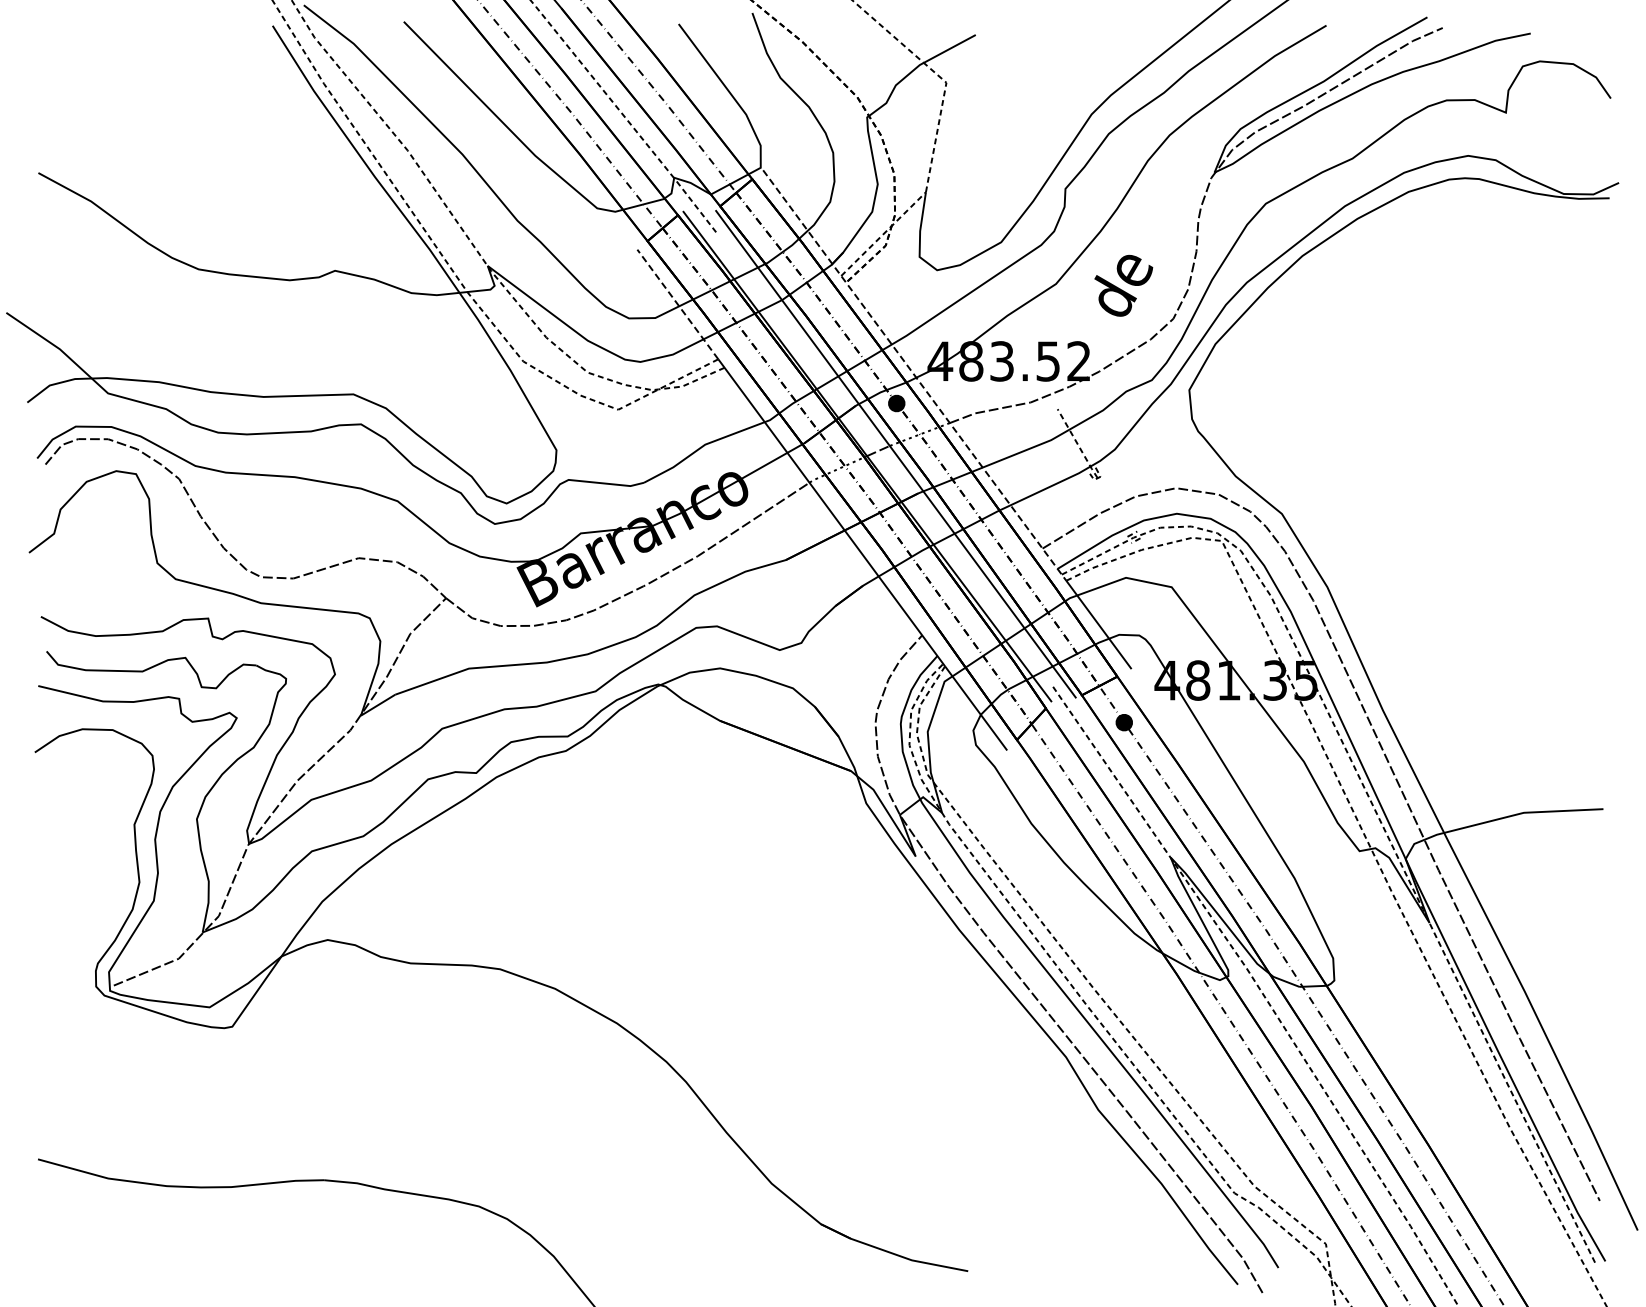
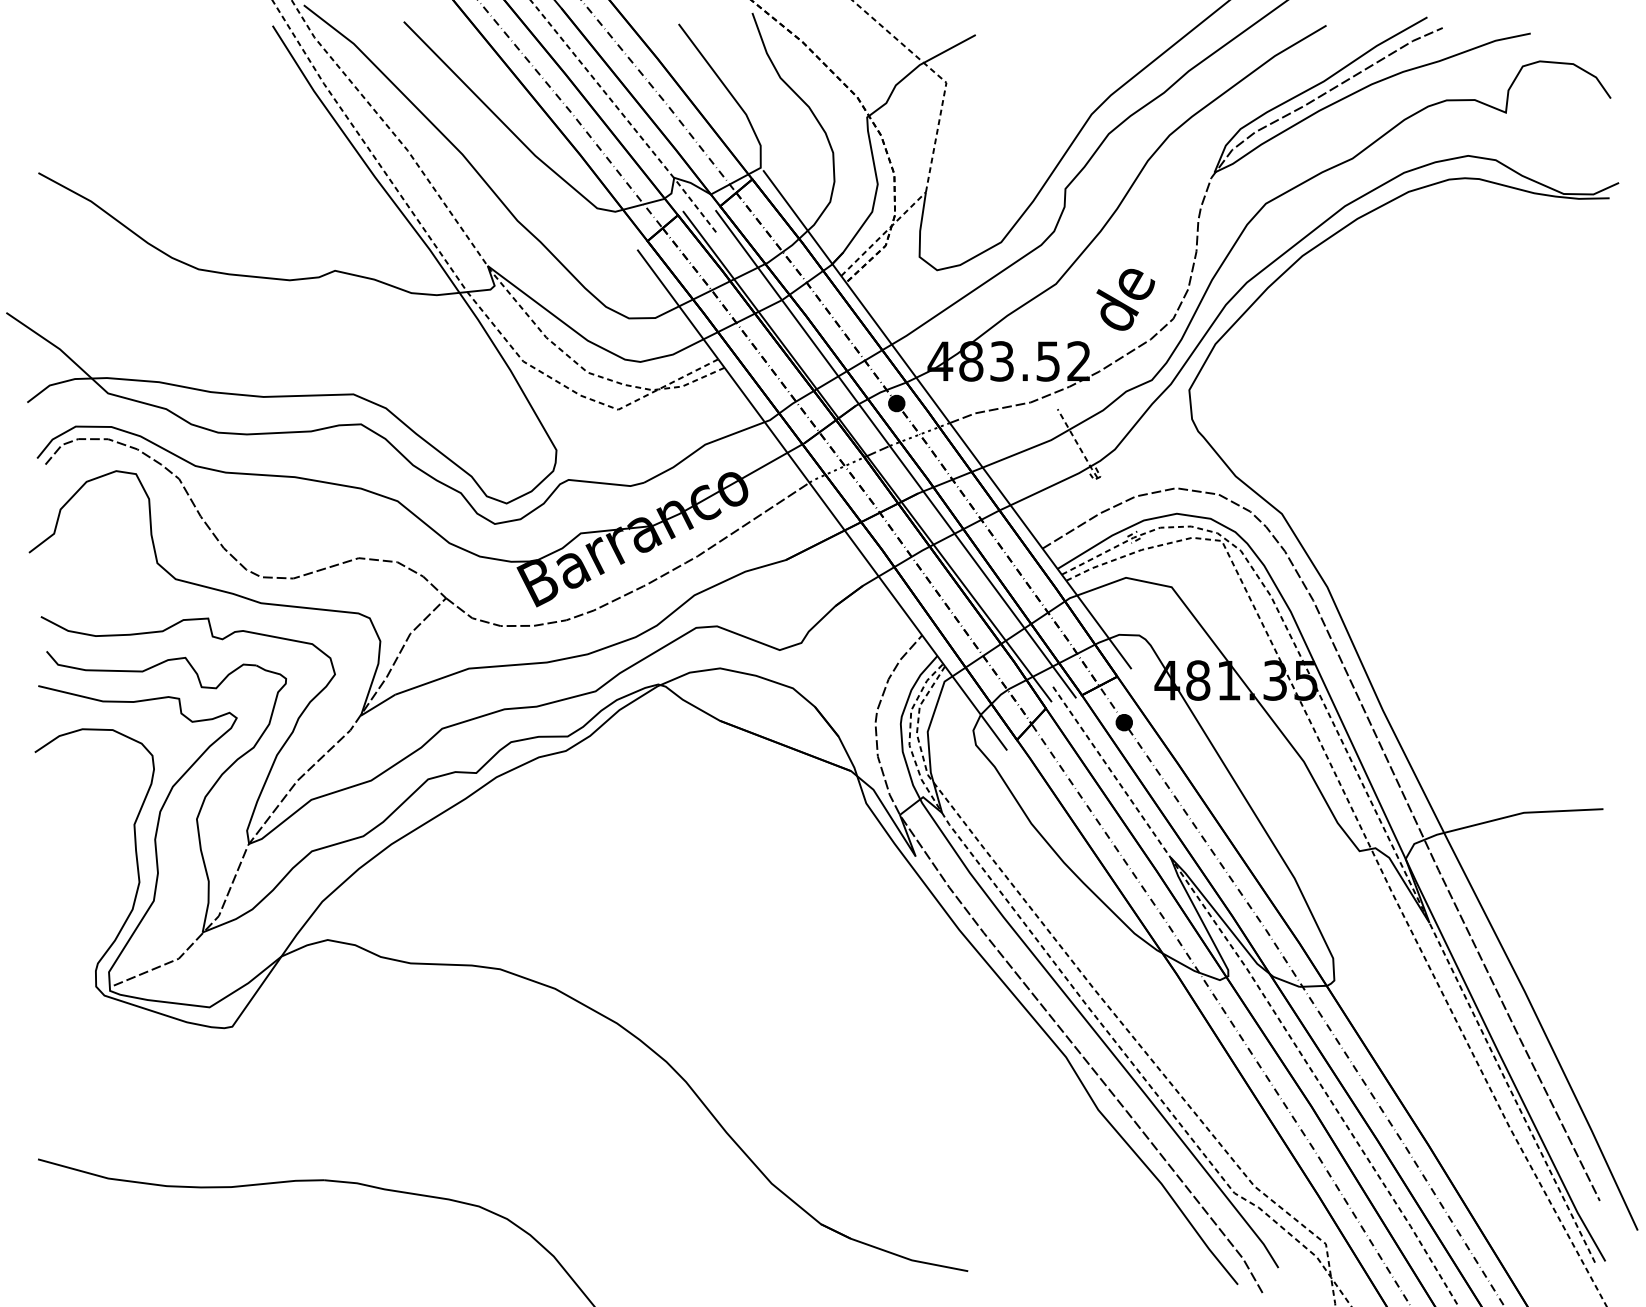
text at (1123, 285) position: (1123, 285) -> (1125, 299)
line at (677, 304): dashed -> solid
line at (915, 375): dashed -> solid
